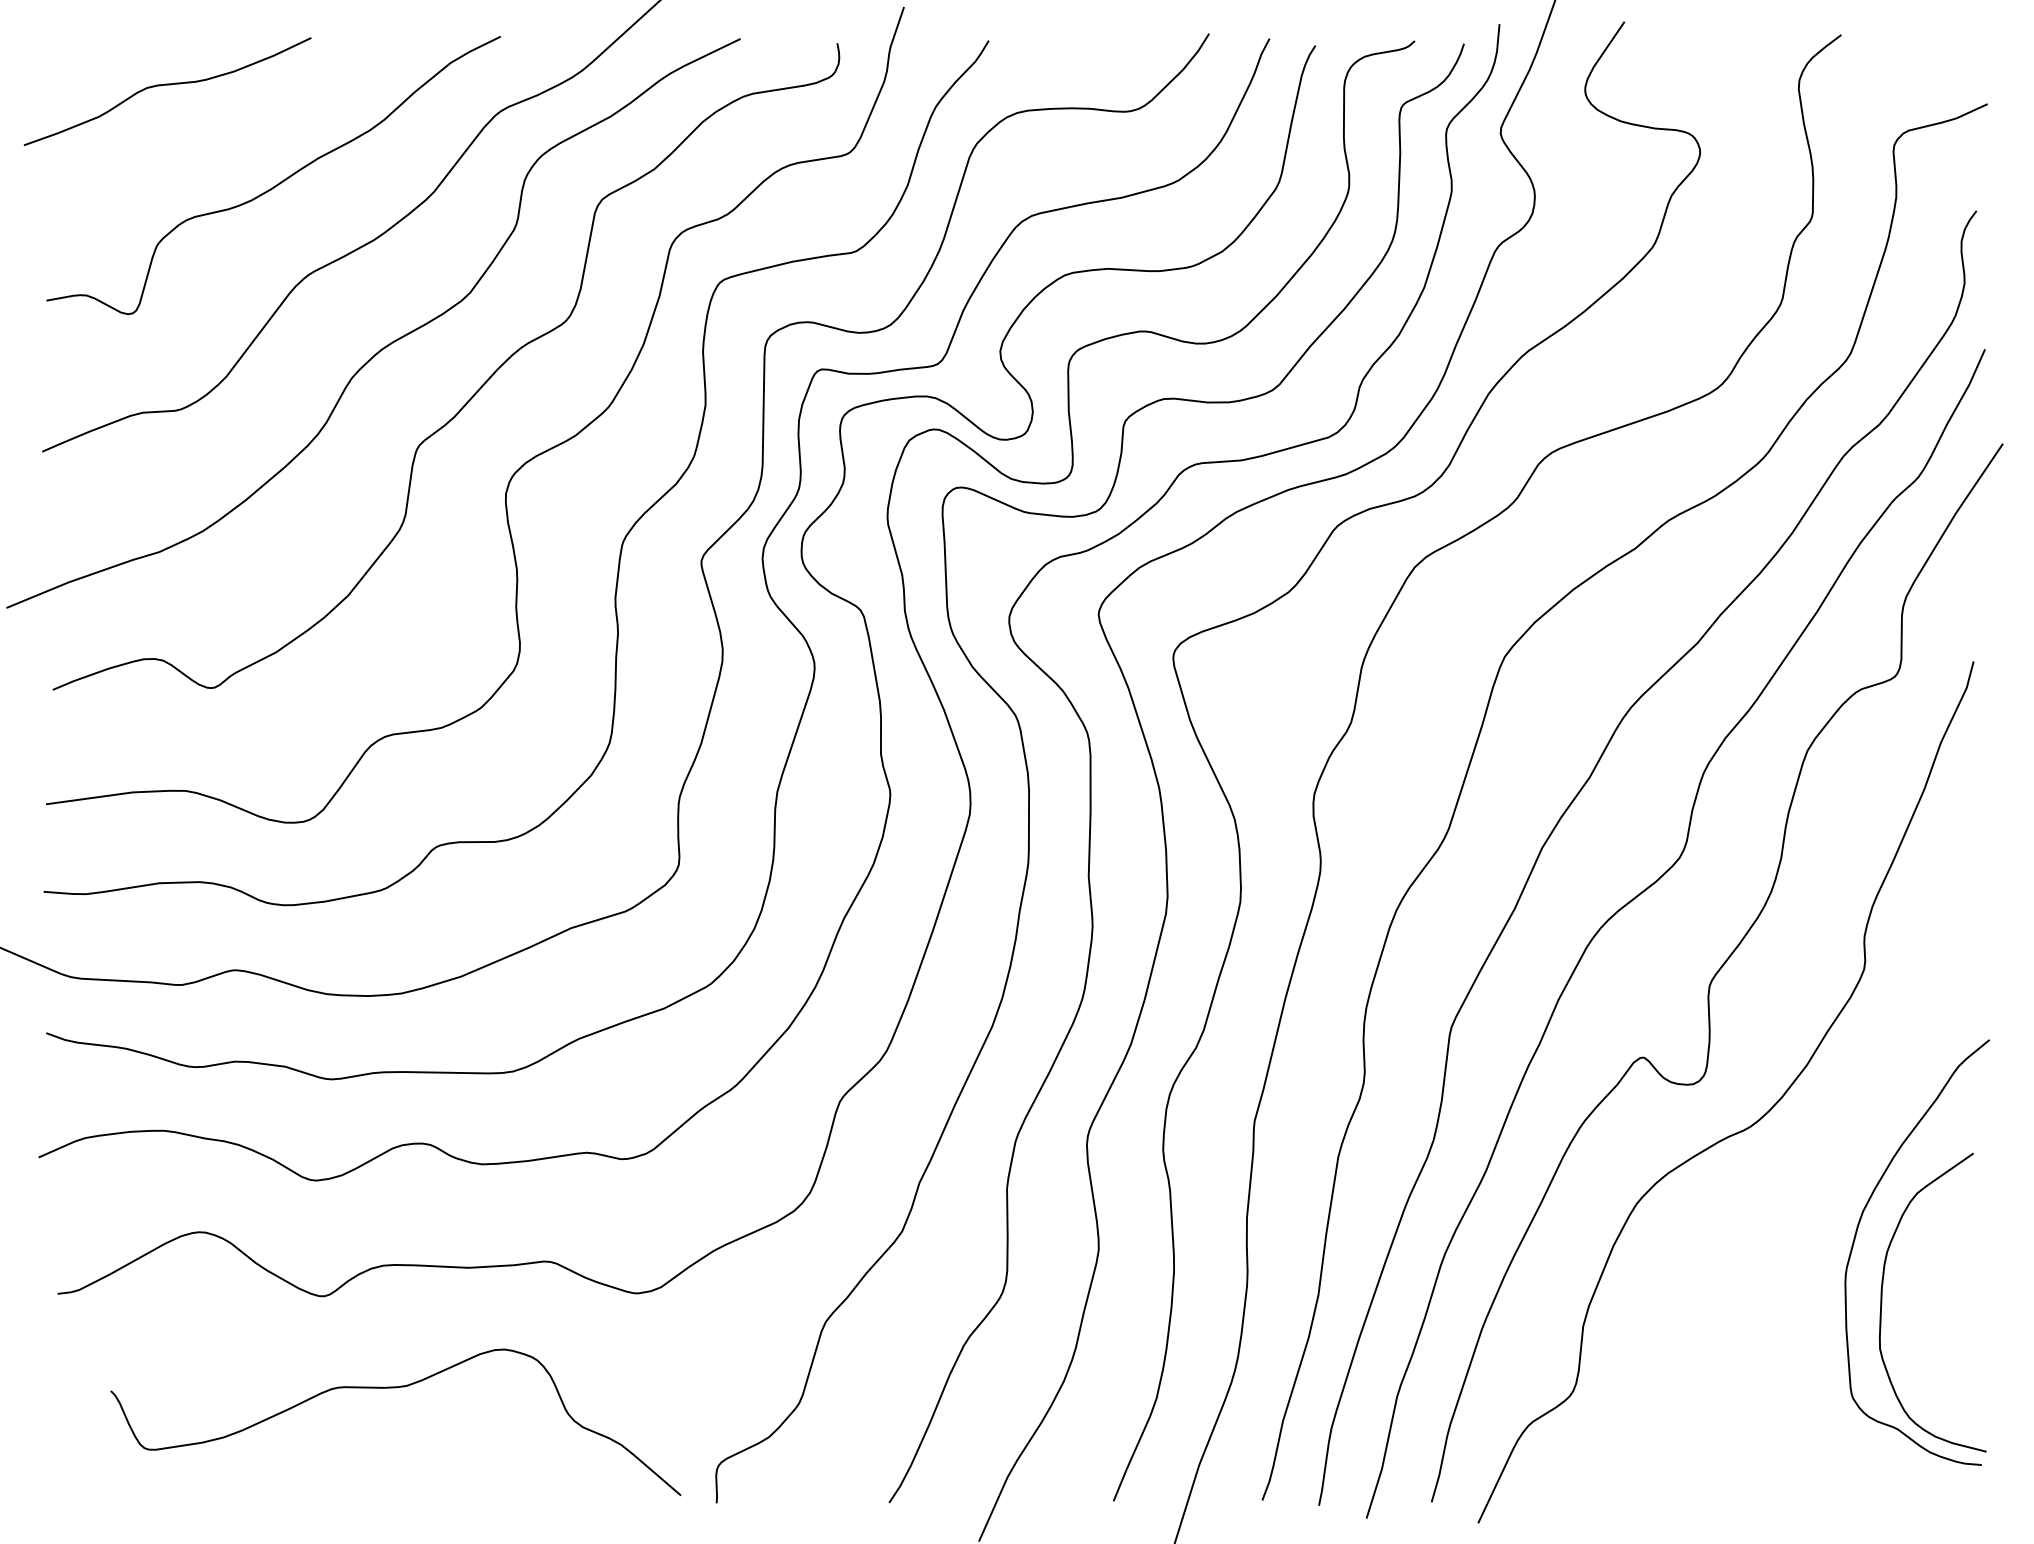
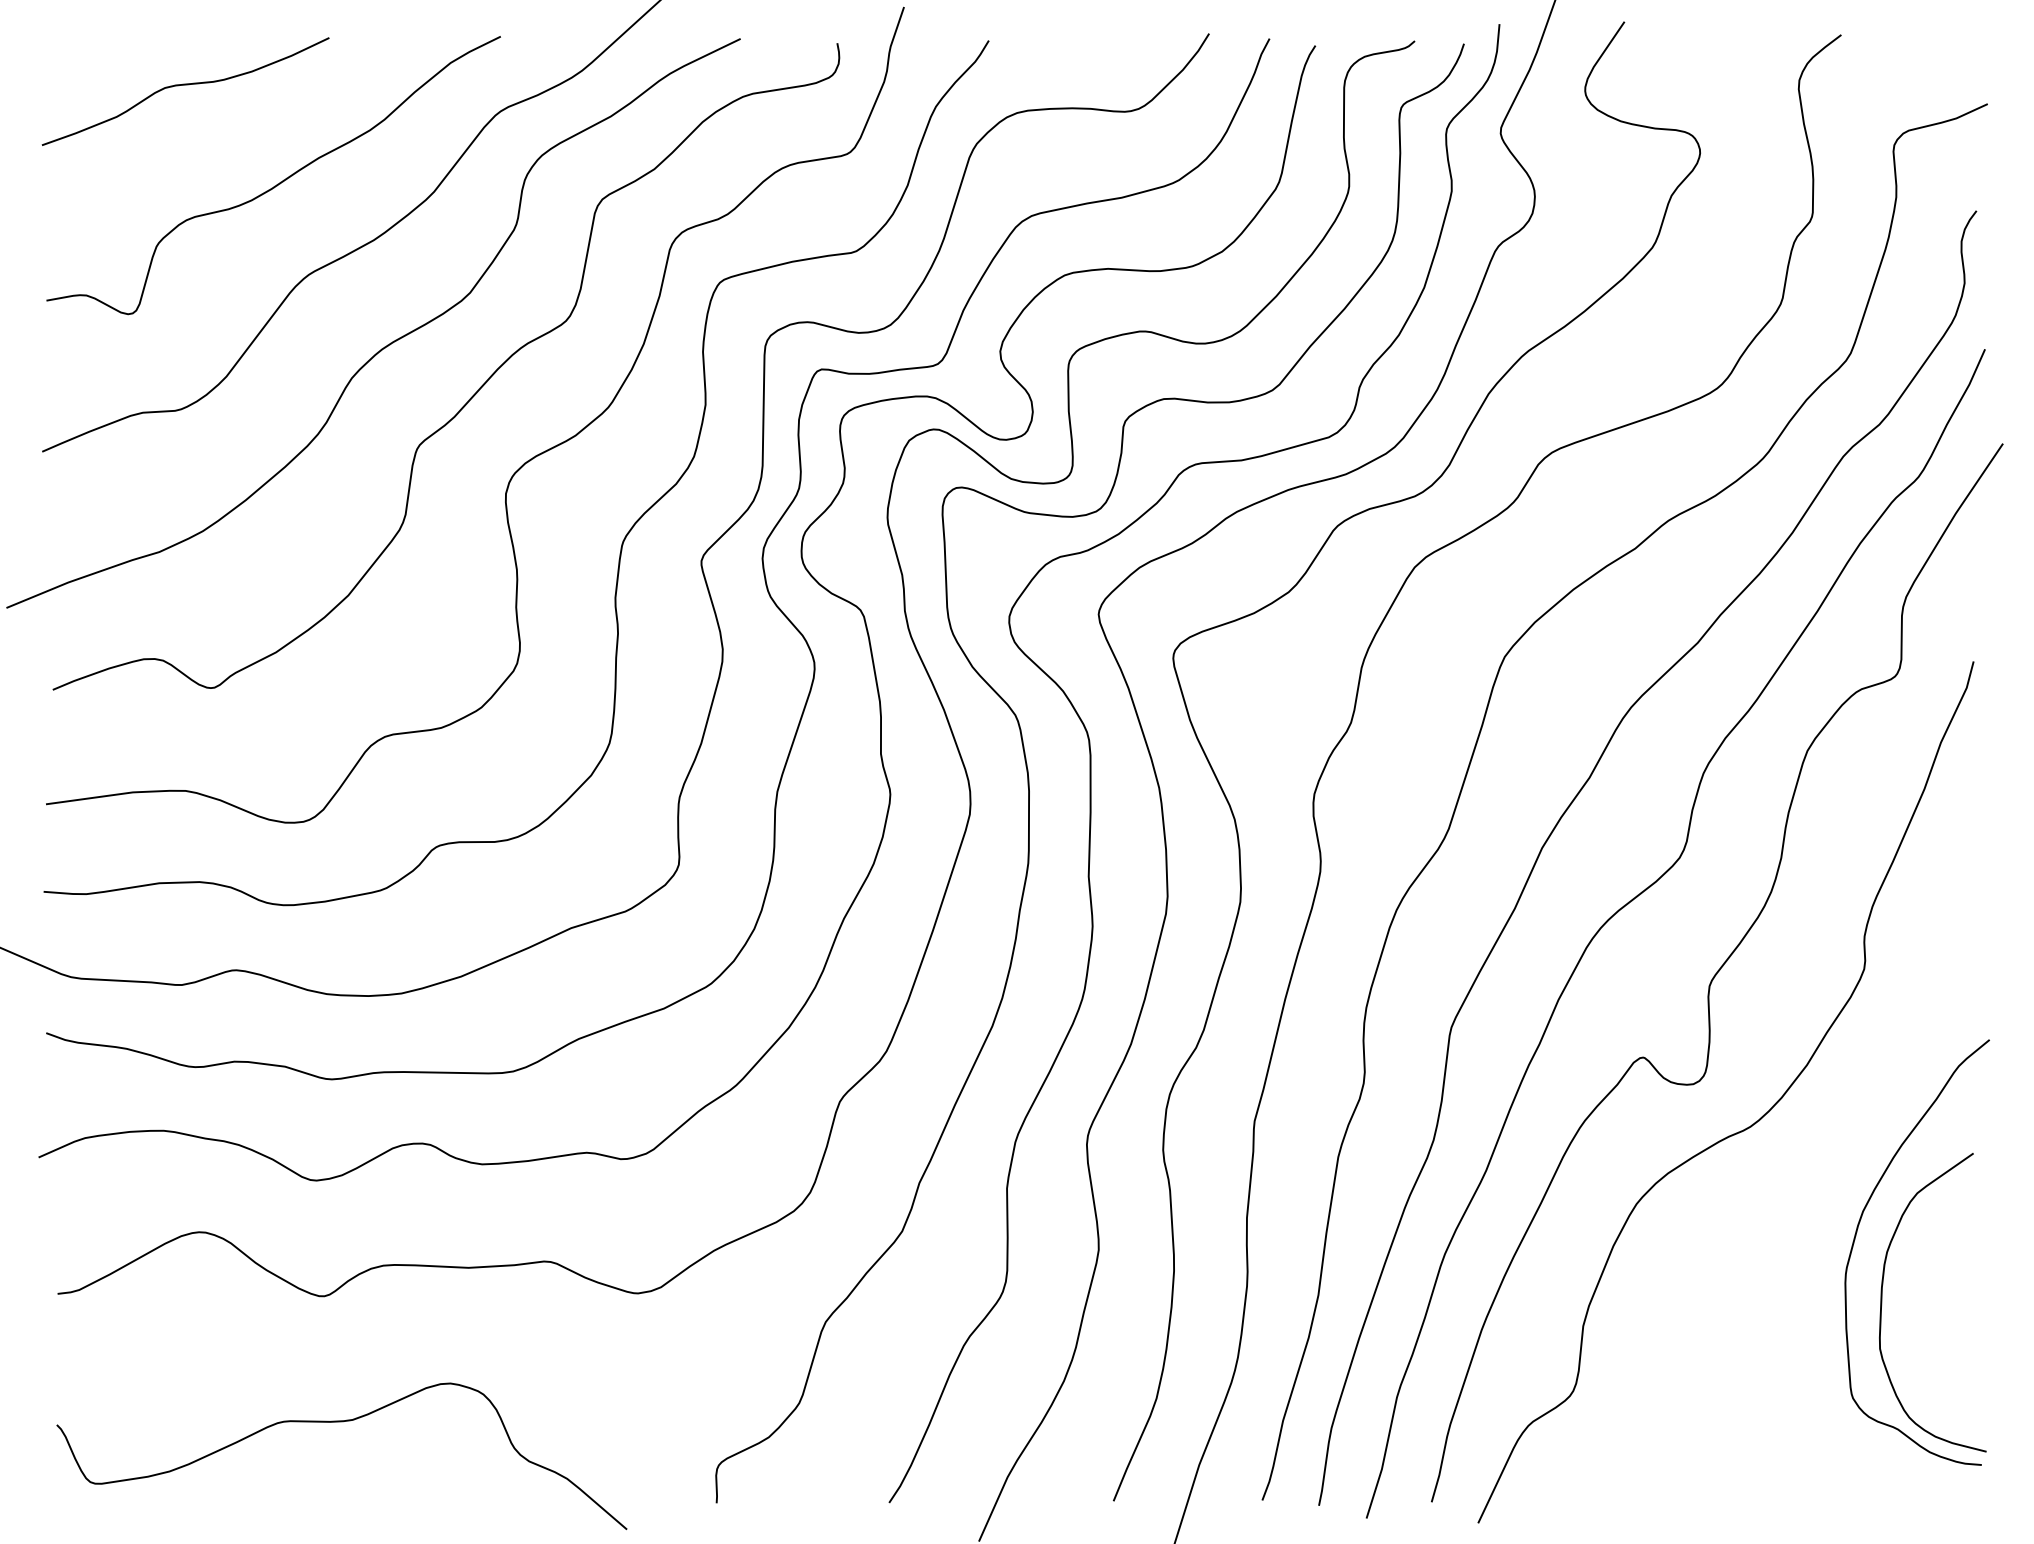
curve at (167, 85) position: (167, 85) -> (185, 85)
curve at (395, 1388) position: (395, 1388) -> (341, 1422)
